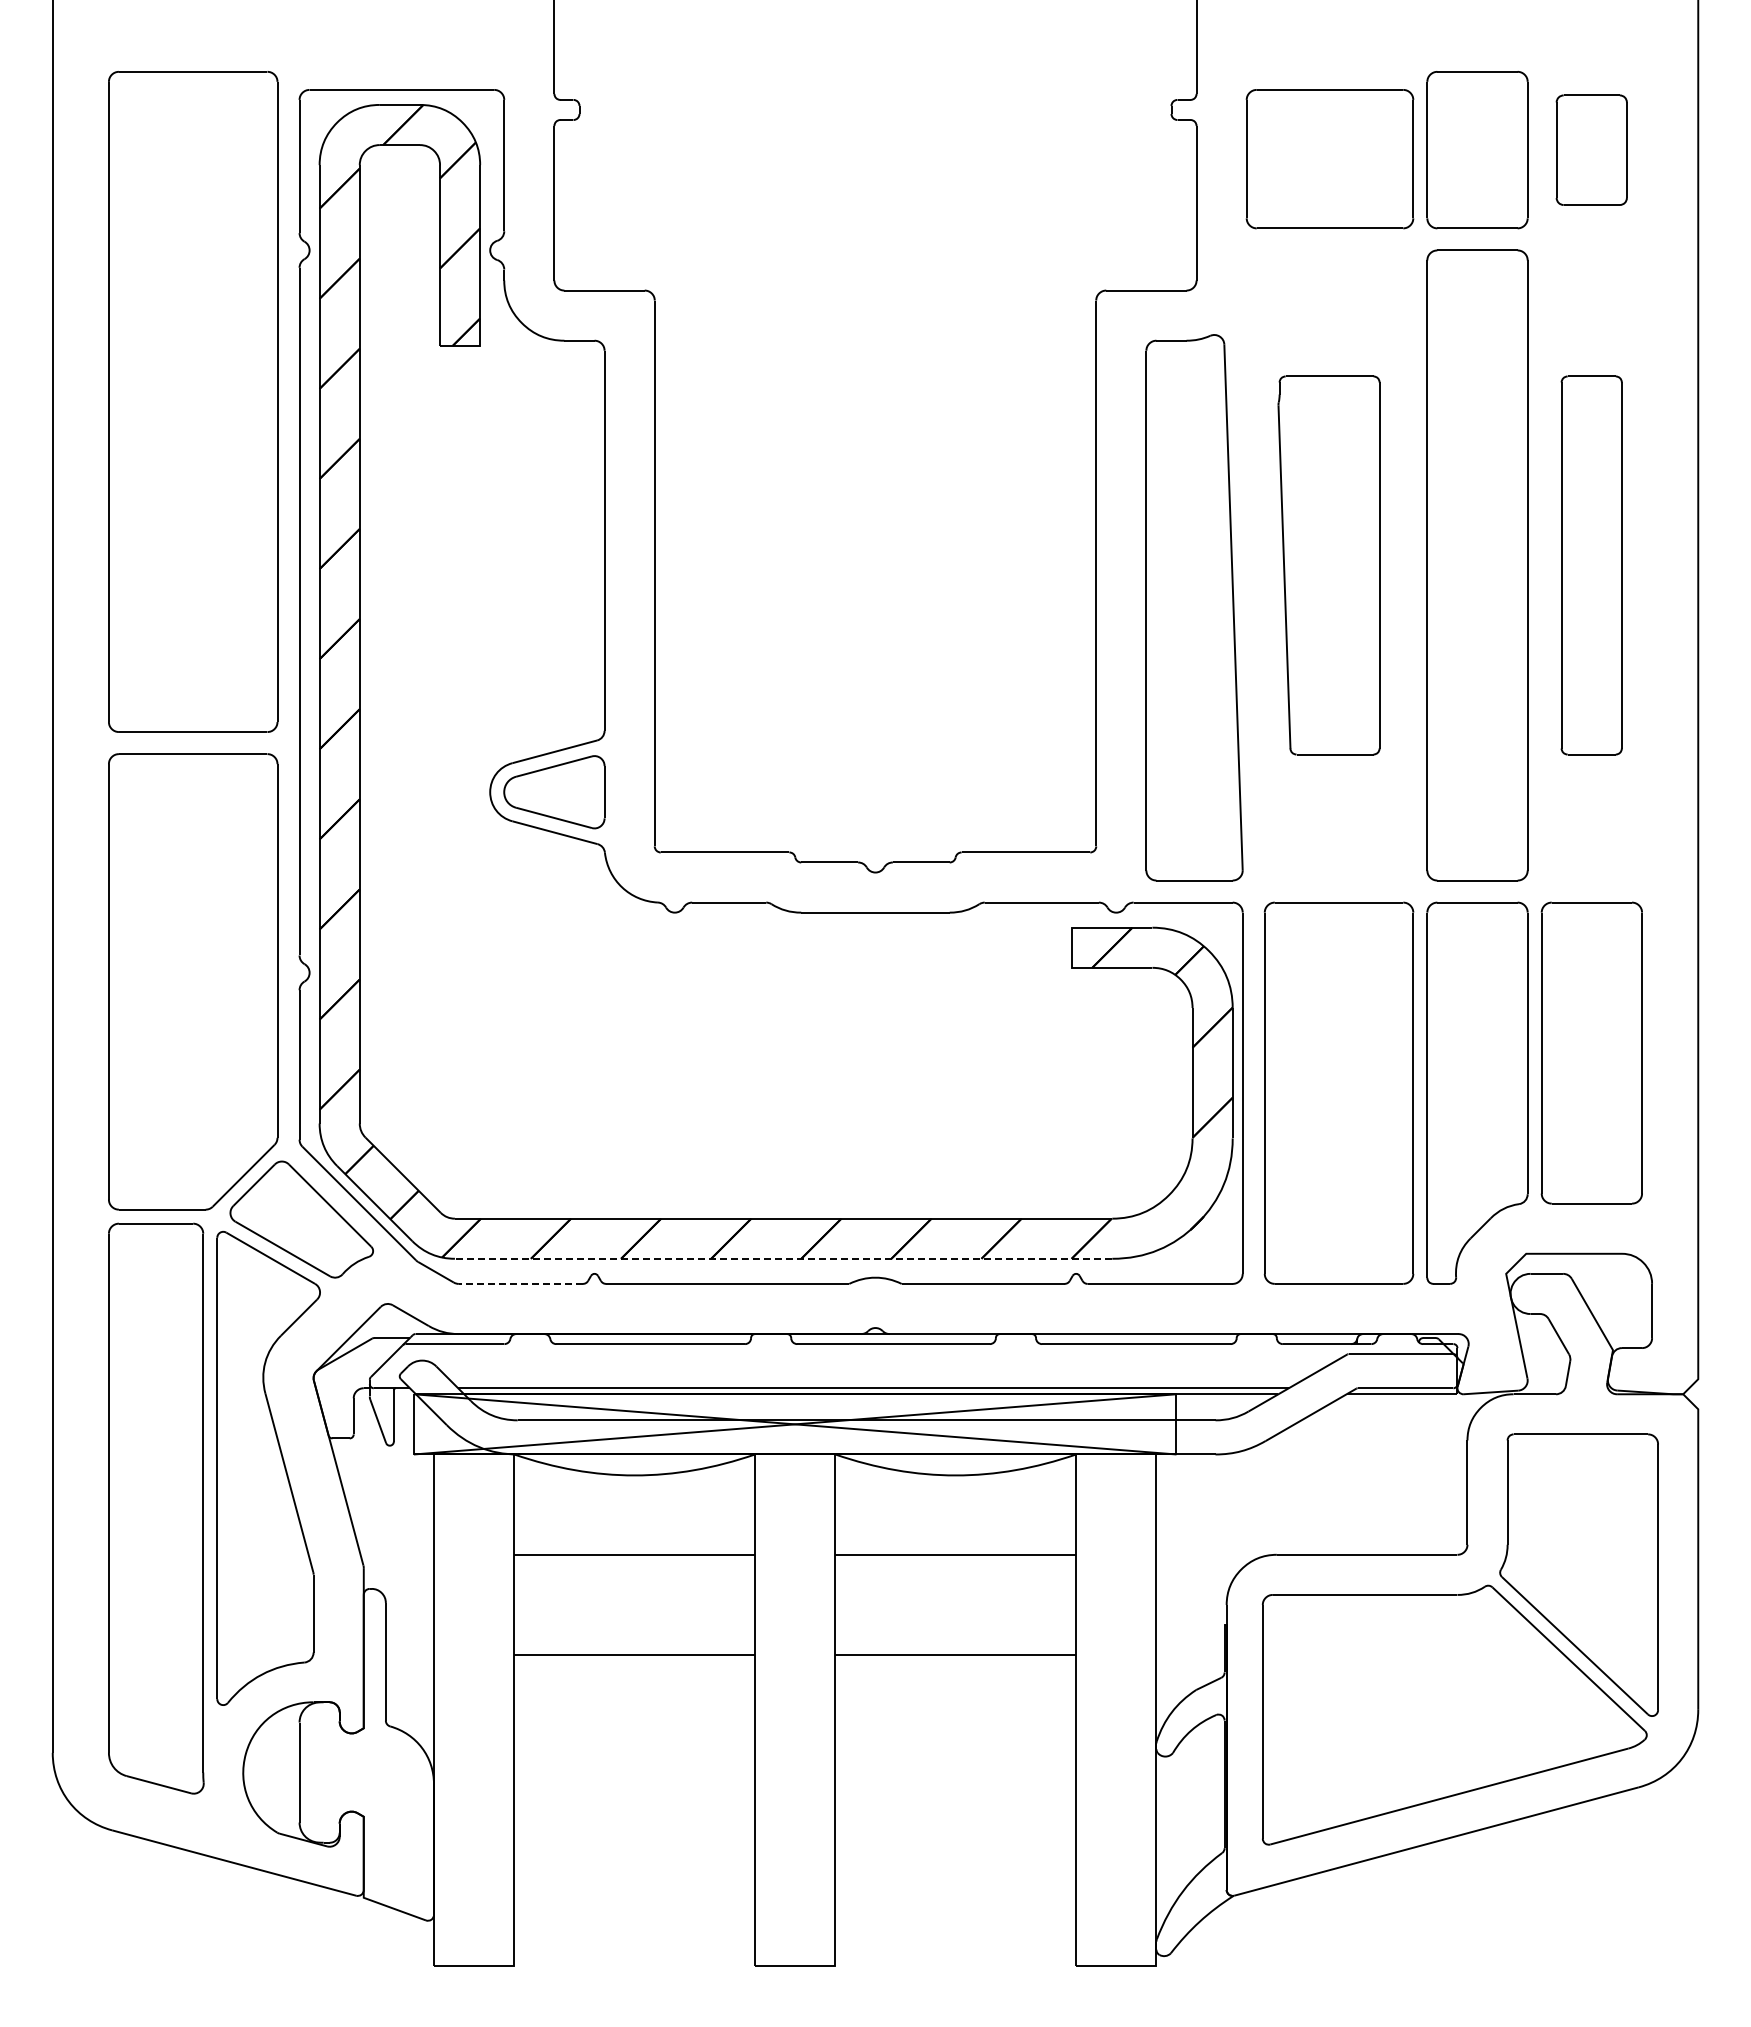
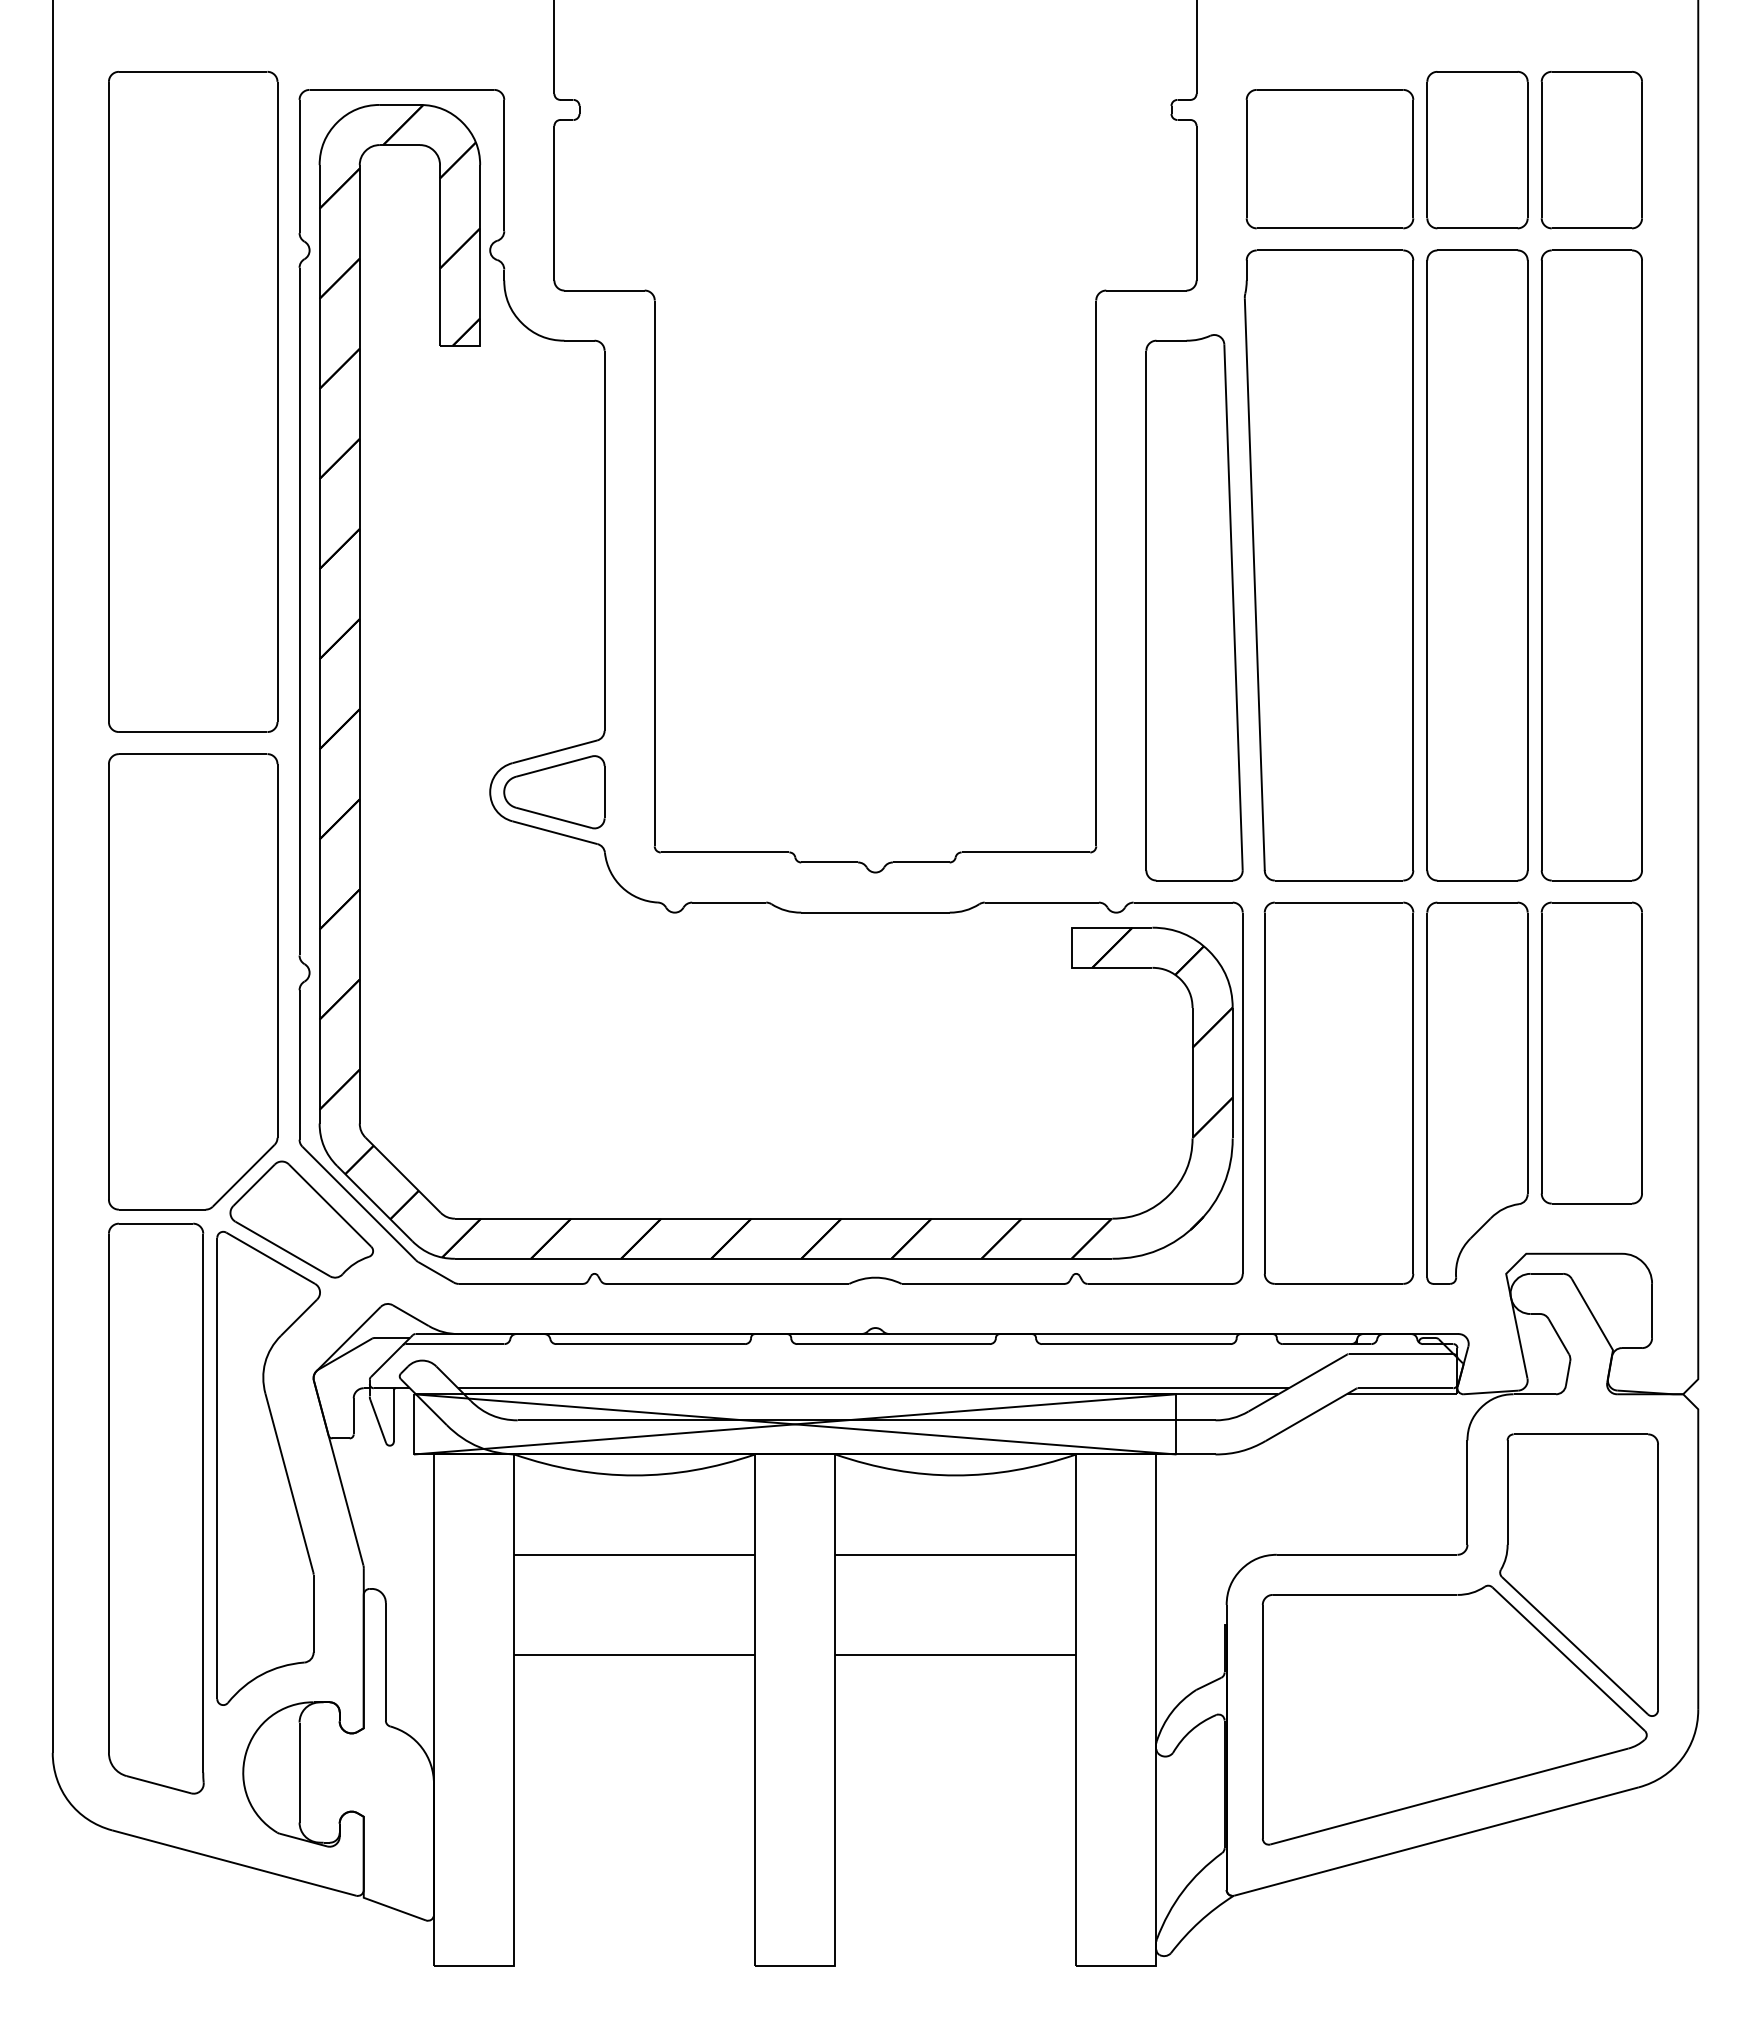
part at (1591, 149) size: 73x112 px -> 103x159 px
part at (1328, 565) size: 104x381 px -> 172x633 px
part at (1591, 565) size: 63x381 px -> 103x633 px
line at (783, 1258): dashed -> solid
line at (520, 1283): dashed -> solid
